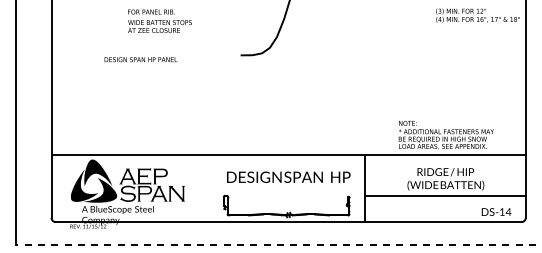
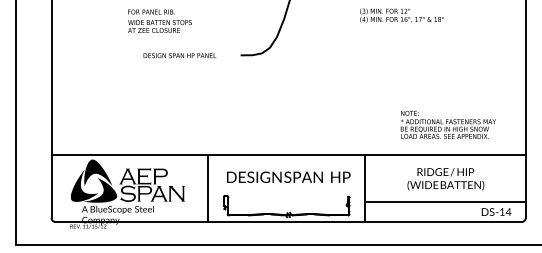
text at (477, 15) position: (477, 15) -> (401, 15)
text at (140, 59) position: (140, 59) -> (179, 55)
text at (445, 134) position: (445, 134) -> (447, 124)
line at (208, 188): none -> present
line at (445, 196) position: (445, 196) -> (445, 202)
line at (278, 245): dashed -> solid
